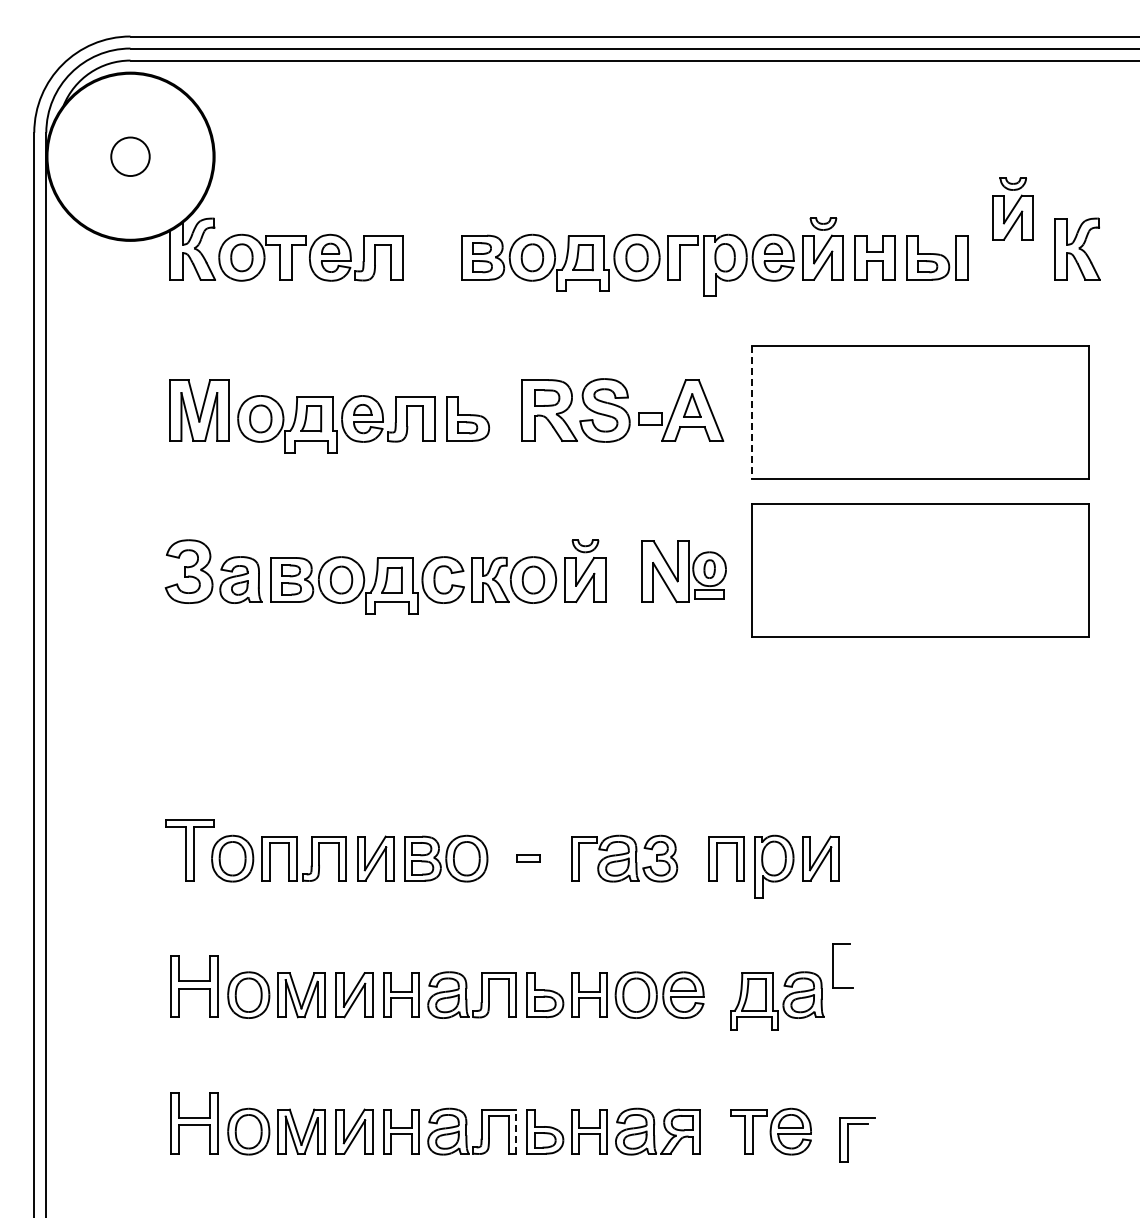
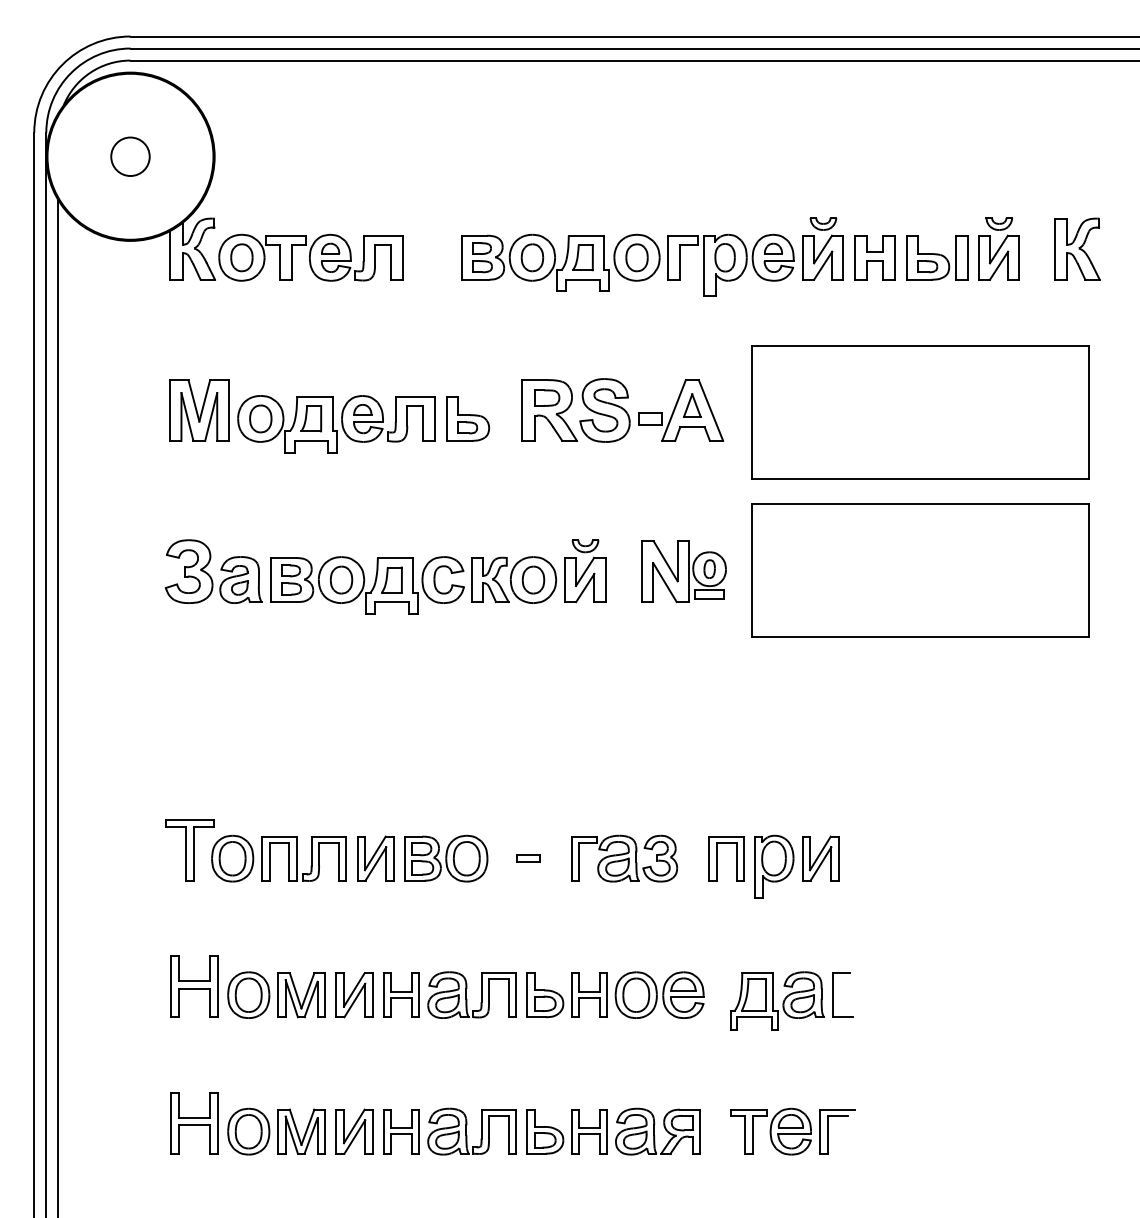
part at (1012, 208) position: (1012, 208) -> (998, 248)
line at (752, 413): dashed -> solid
line at (58, 707): none -> present
part at (833, 965) position: (833, 965) -> (833, 994)
line at (516, 1131): dashed -> solid
part at (848, 1139) position: (848, 1139) -> (828, 1131)
